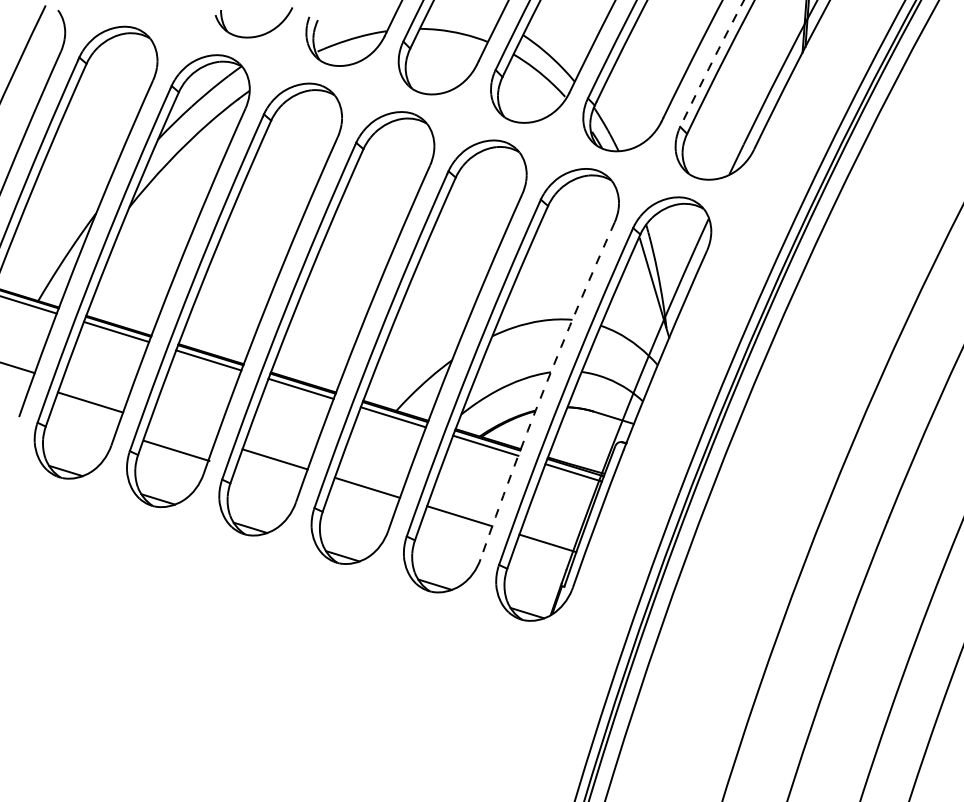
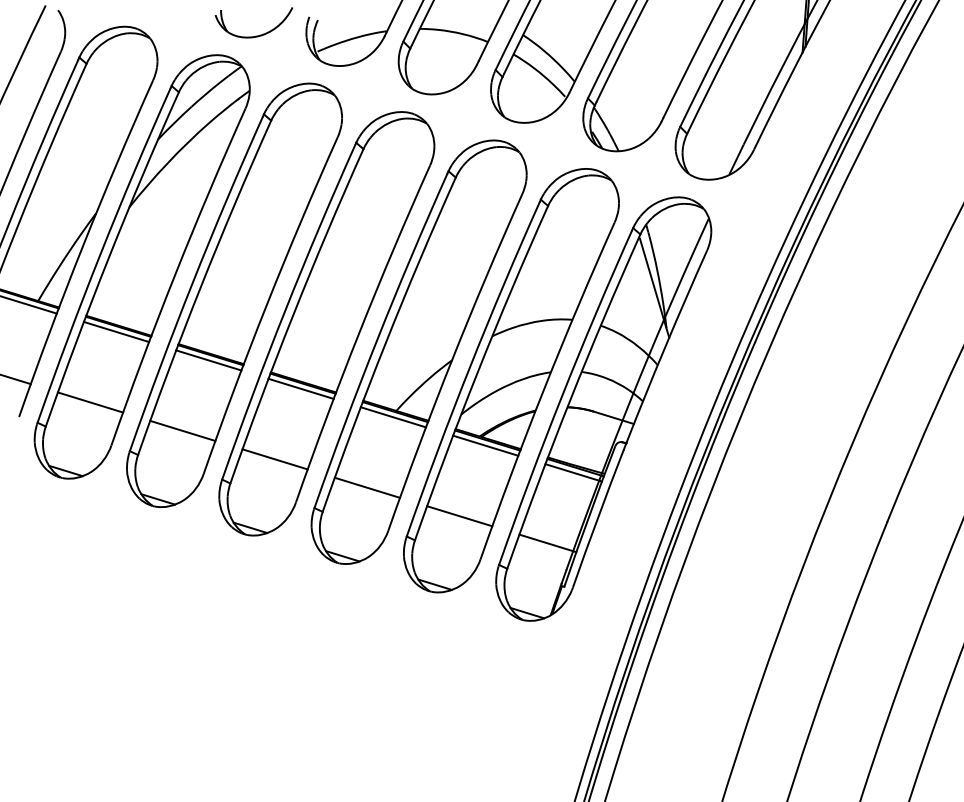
arc at (711, 62): dashed -> solid
line at (18, 368) position: (18, 368) -> (16, 379)
arc at (544, 389): dashed -> solid
line at (176, 450) position: (176, 450) -> (182, 430)
